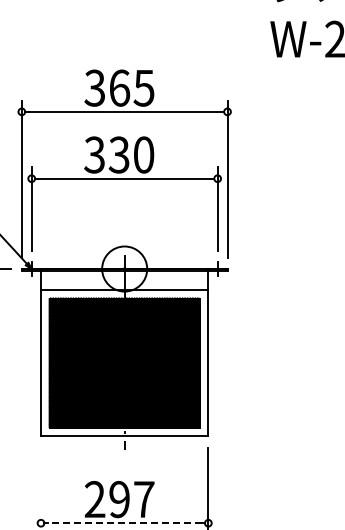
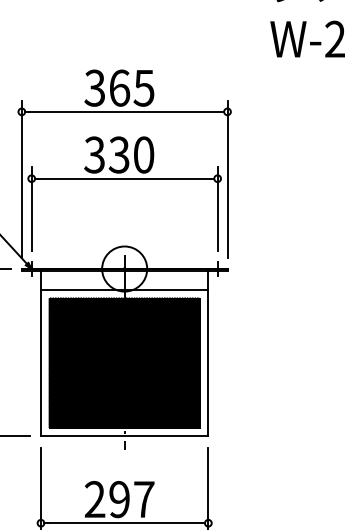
line at (15, 436): none -> present
line at (41, 486): none -> present
line at (124, 523): dashed -> solid
